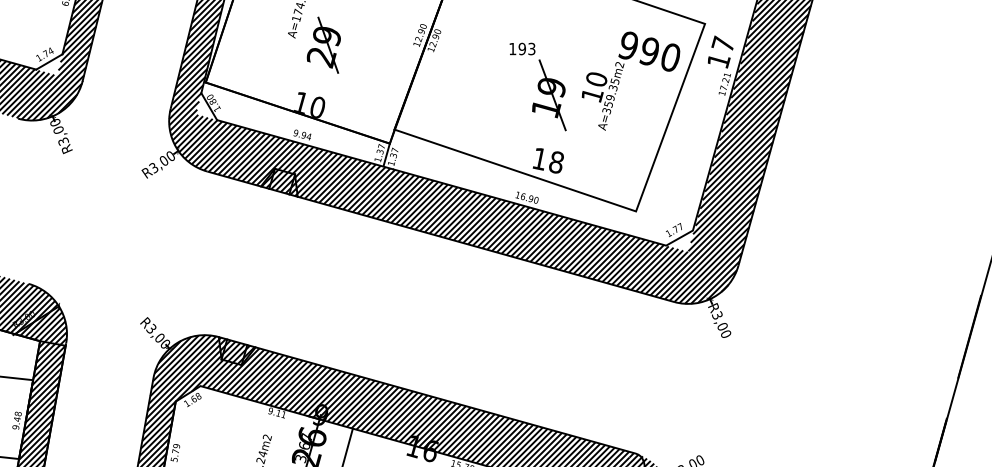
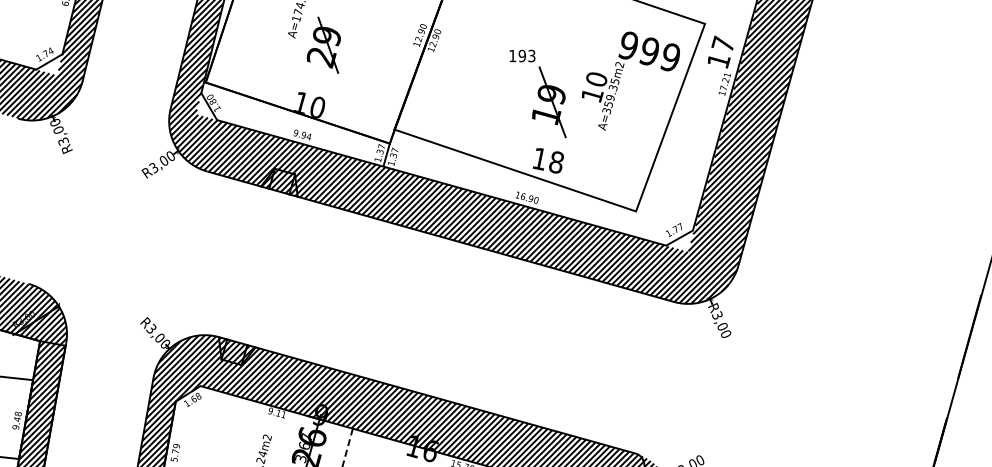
text at (670, 57): 990 -> 999
part at (537, 86) position: (537, 86) -> (537, 93)
line at (347, 447): solid -> dashed
